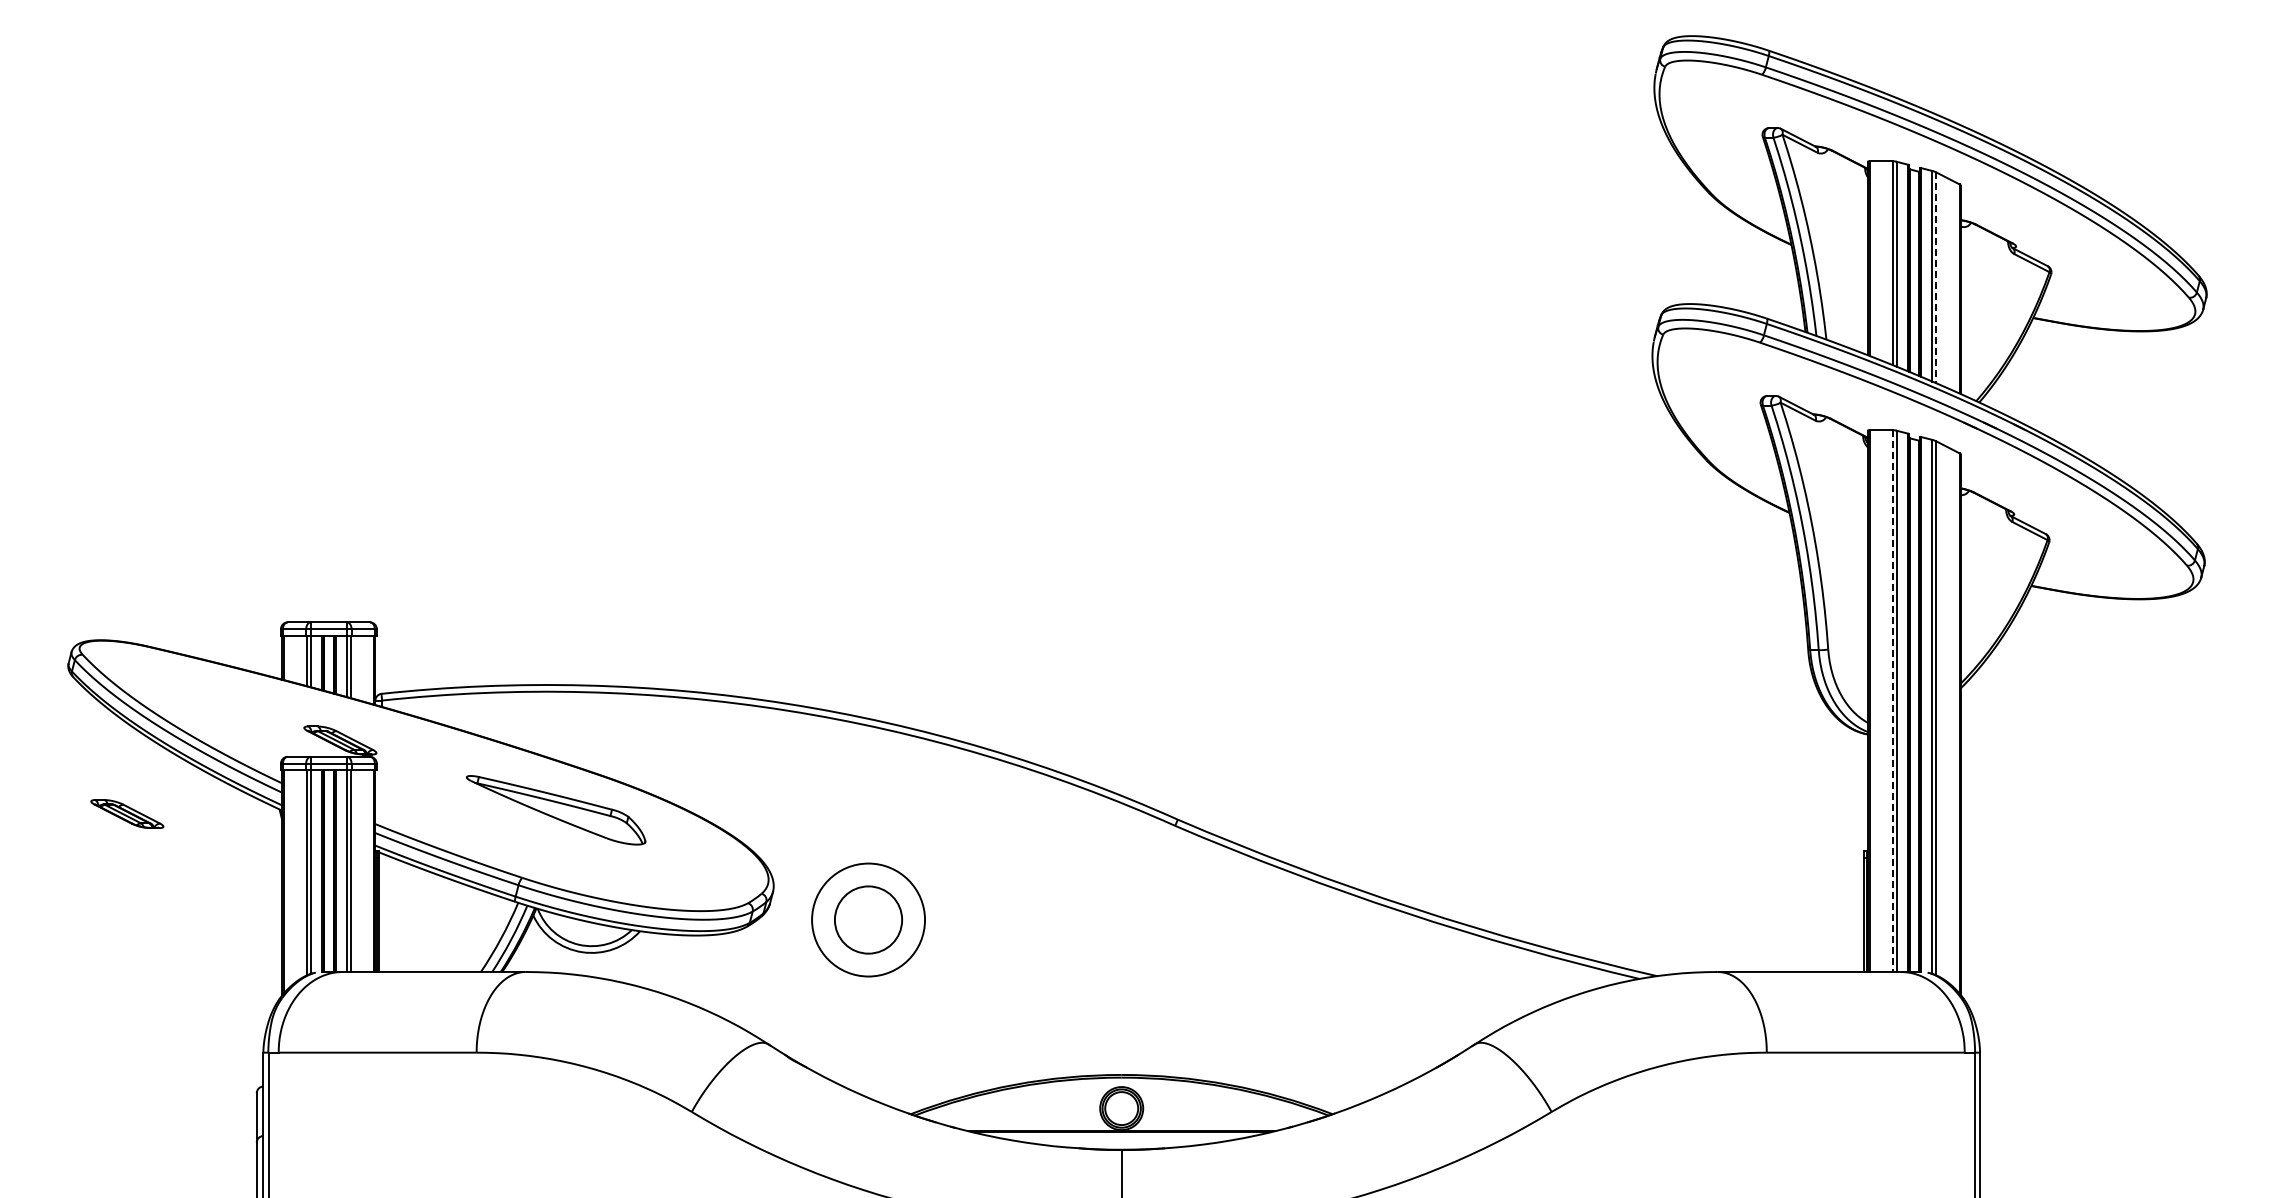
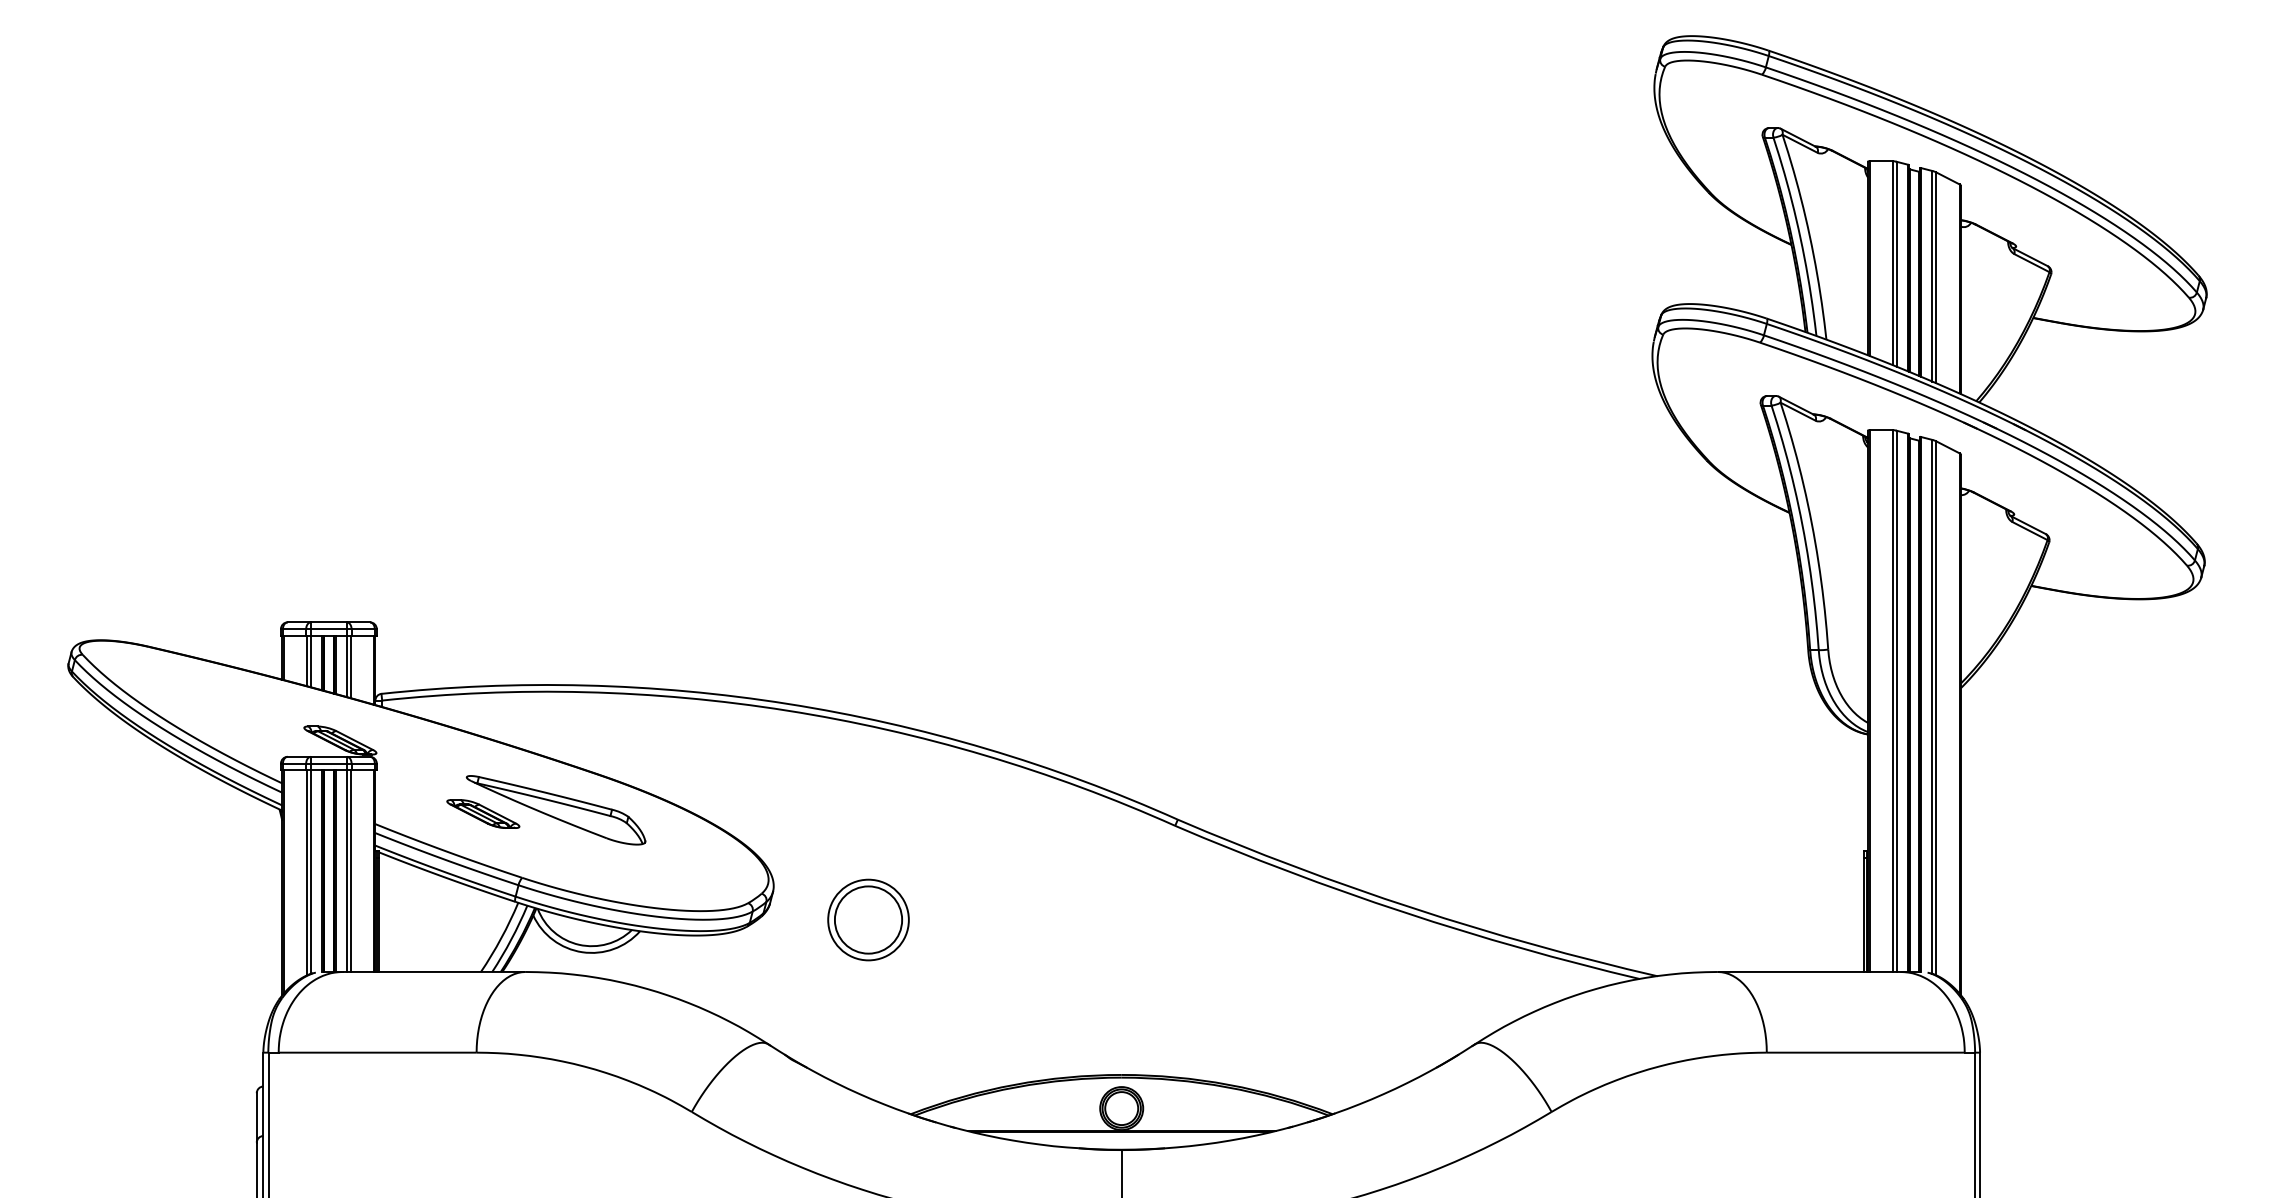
line at (1936, 278): dashed -> solid
line at (1892, 701): dashed -> solid
part at (127, 813) position: (127, 813) -> (483, 813)
circle at (868, 919) diameter: 113 px -> 81 px
